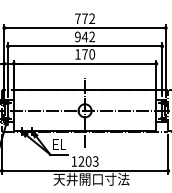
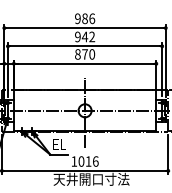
text at (85, 18): 772 -> 986
text at (77, 54): 170 -> 870
text at (88, 161): 1203 -> 1016
